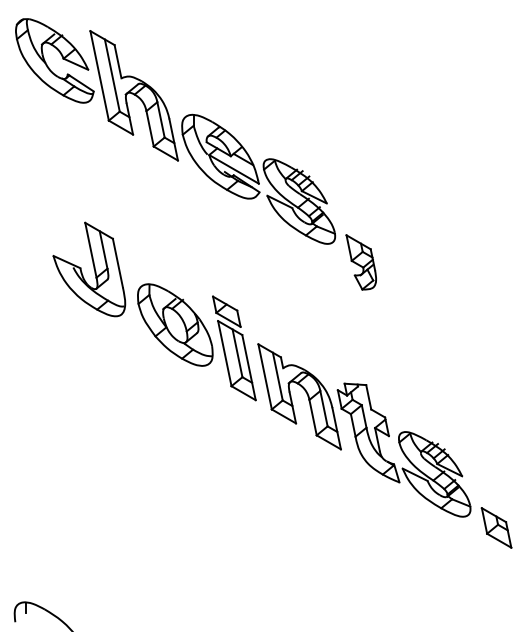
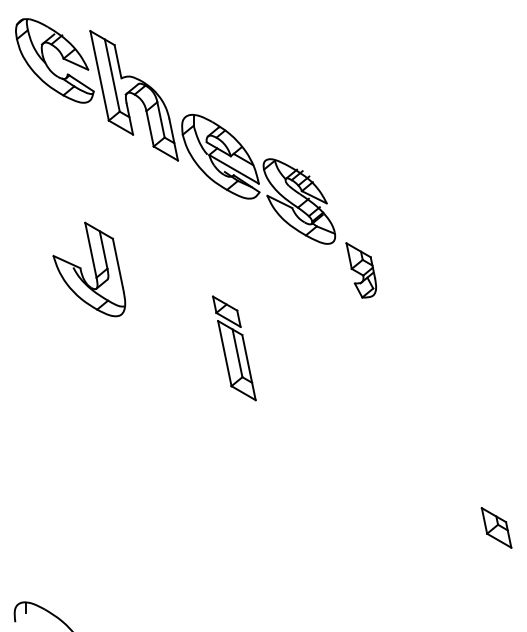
part at (360, 262) position: (360, 262) -> (360, 270)
part at (175, 324): present -> none
part at (364, 430): present -> none
